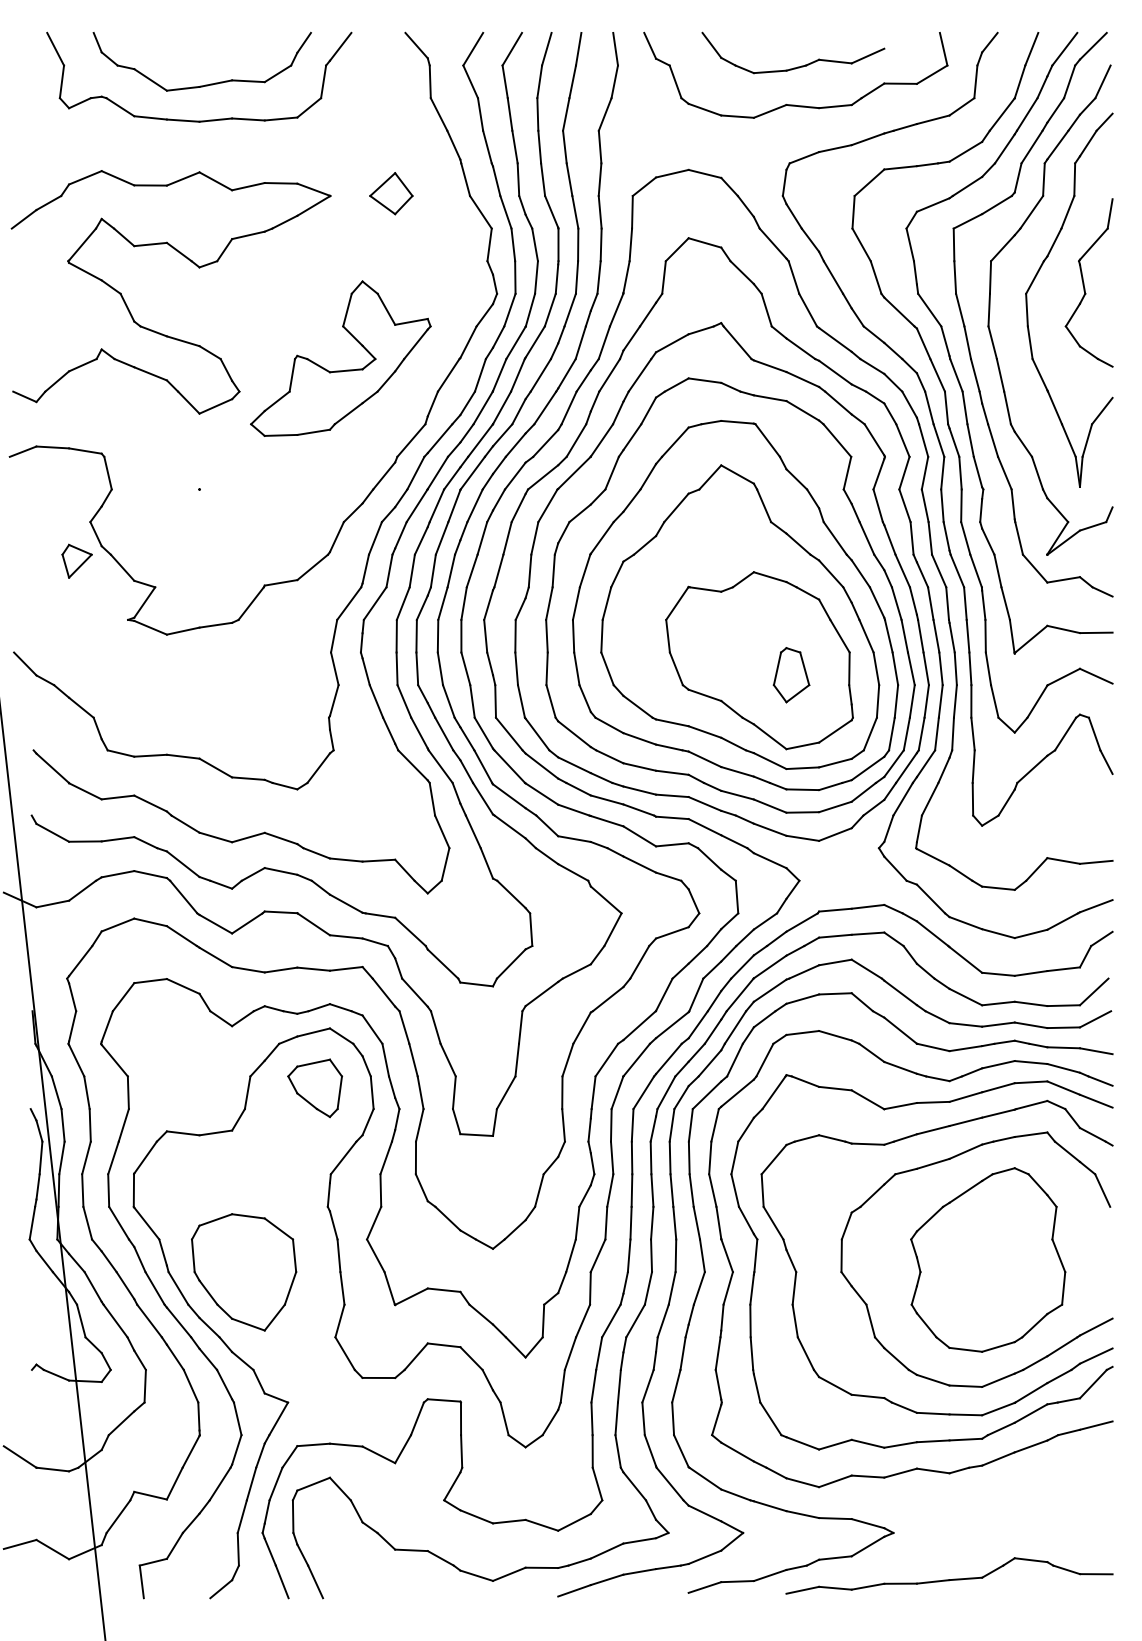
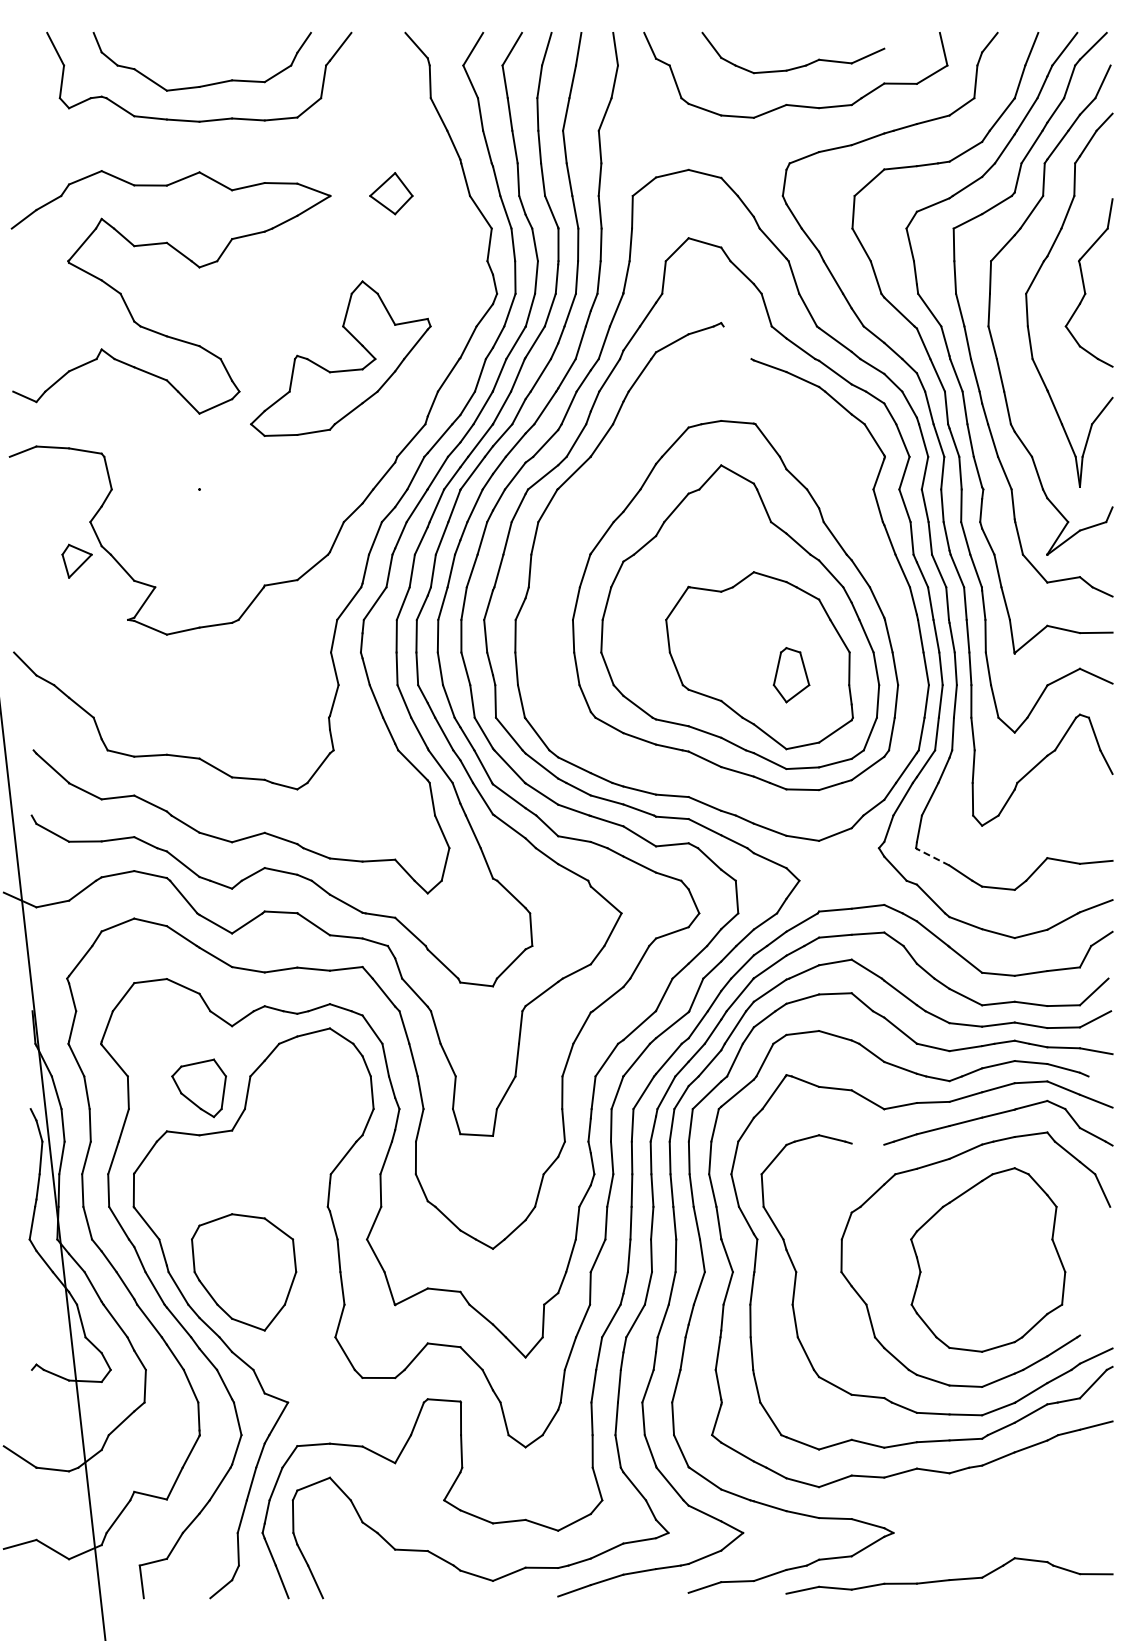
line at (737, 342): present -> none
part at (730, 595): present -> none
line at (932, 857): solid -> dashed
line at (1100, 1080): present -> none
part at (315, 1088) position: (315, 1088) -> (199, 1088)
line at (867, 1143): present -> none
line at (1095, 1326): present -> none
